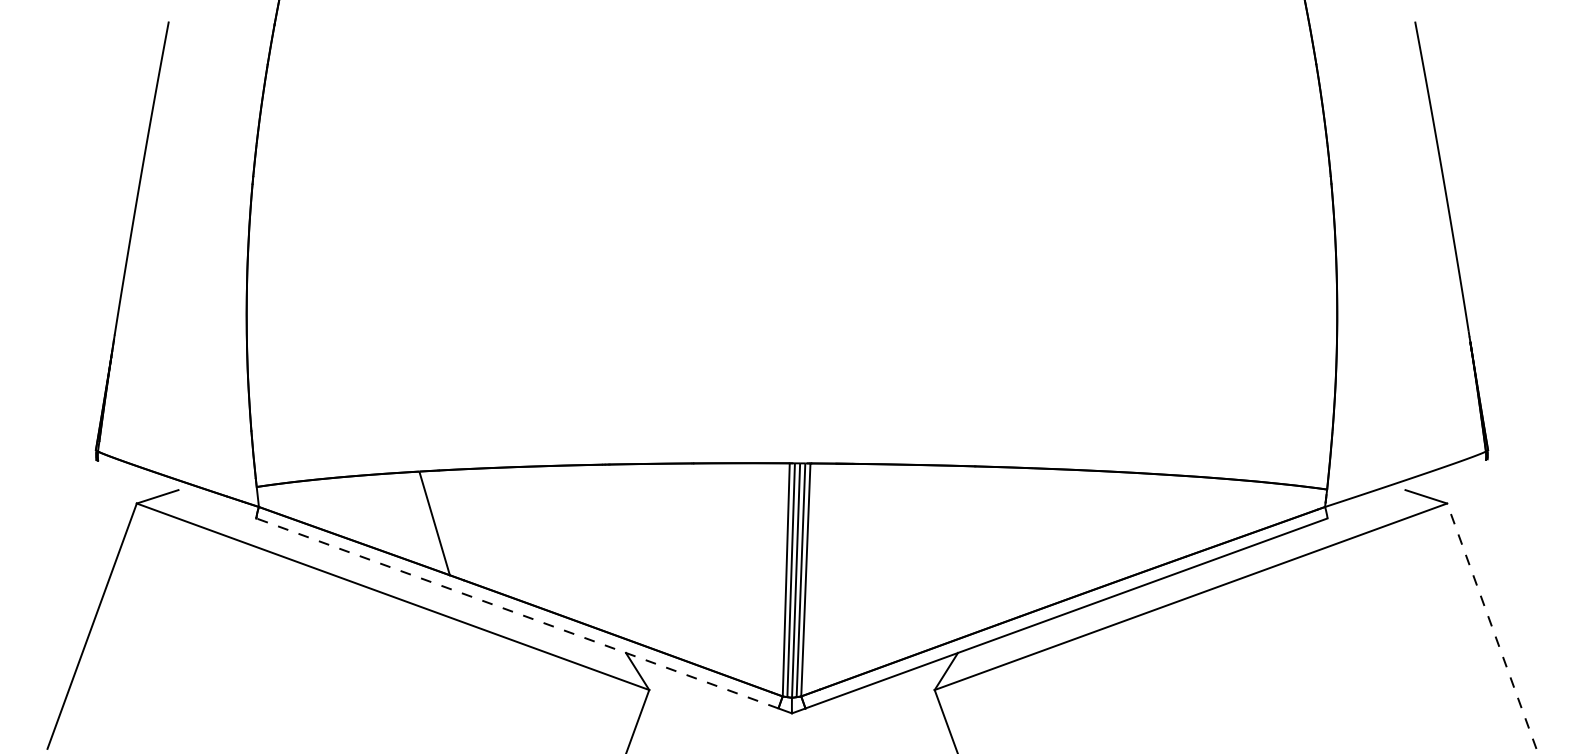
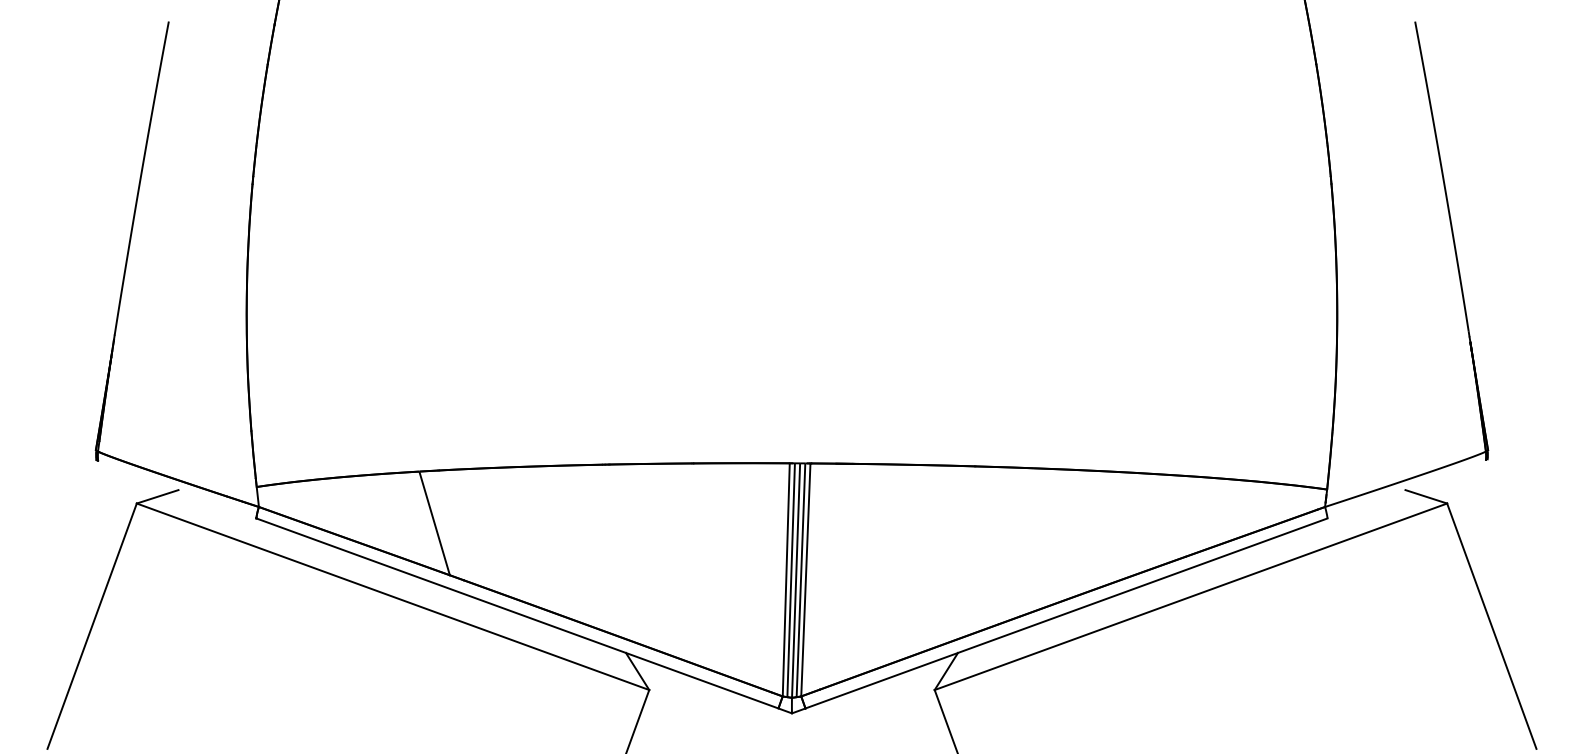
line at (517, 613): dashed -> solid
line at (1491, 626): dashed -> solid
